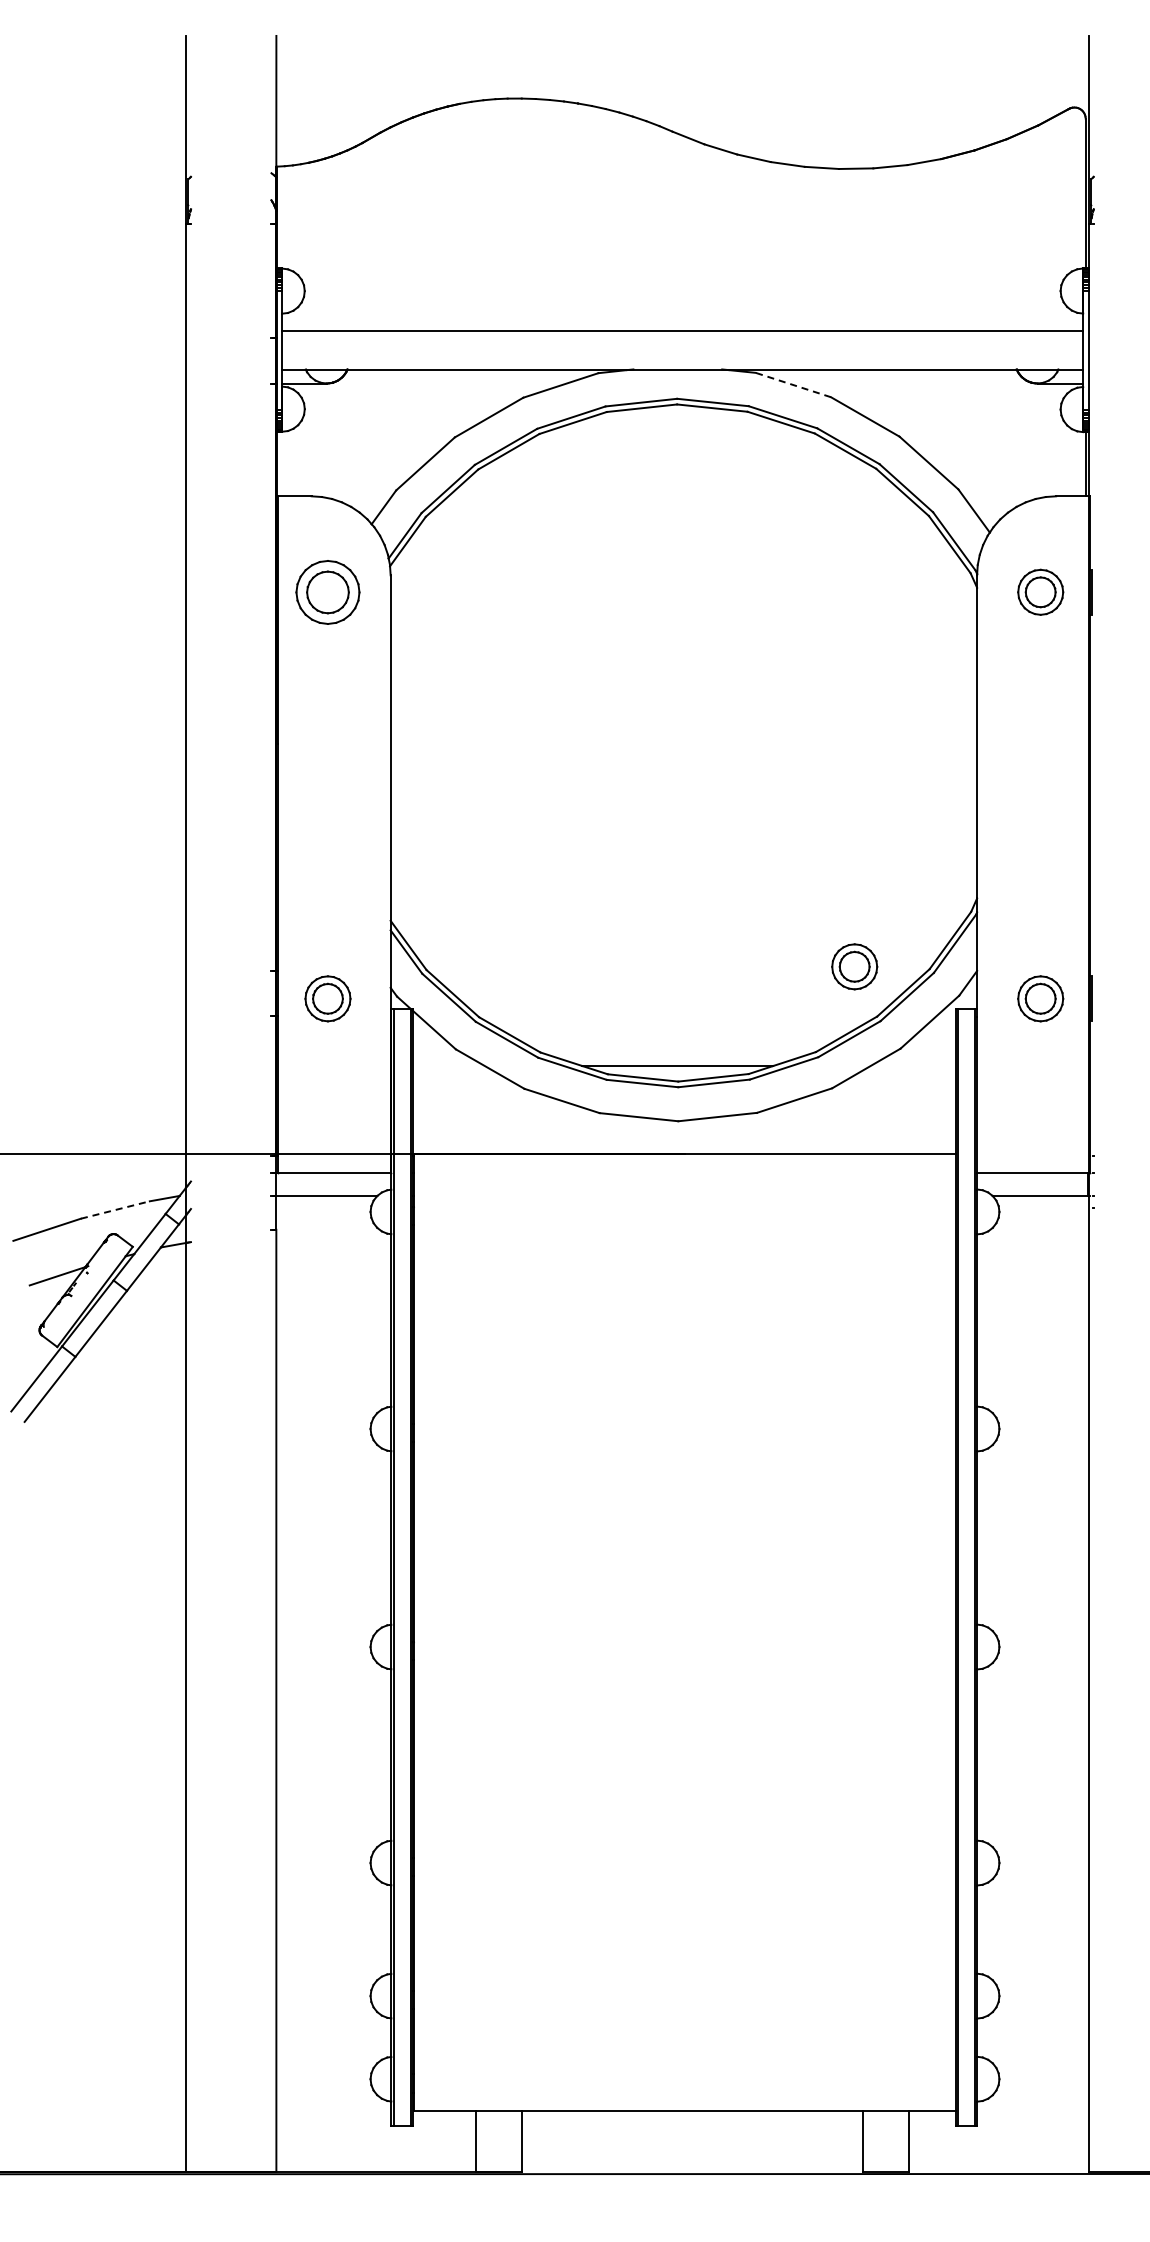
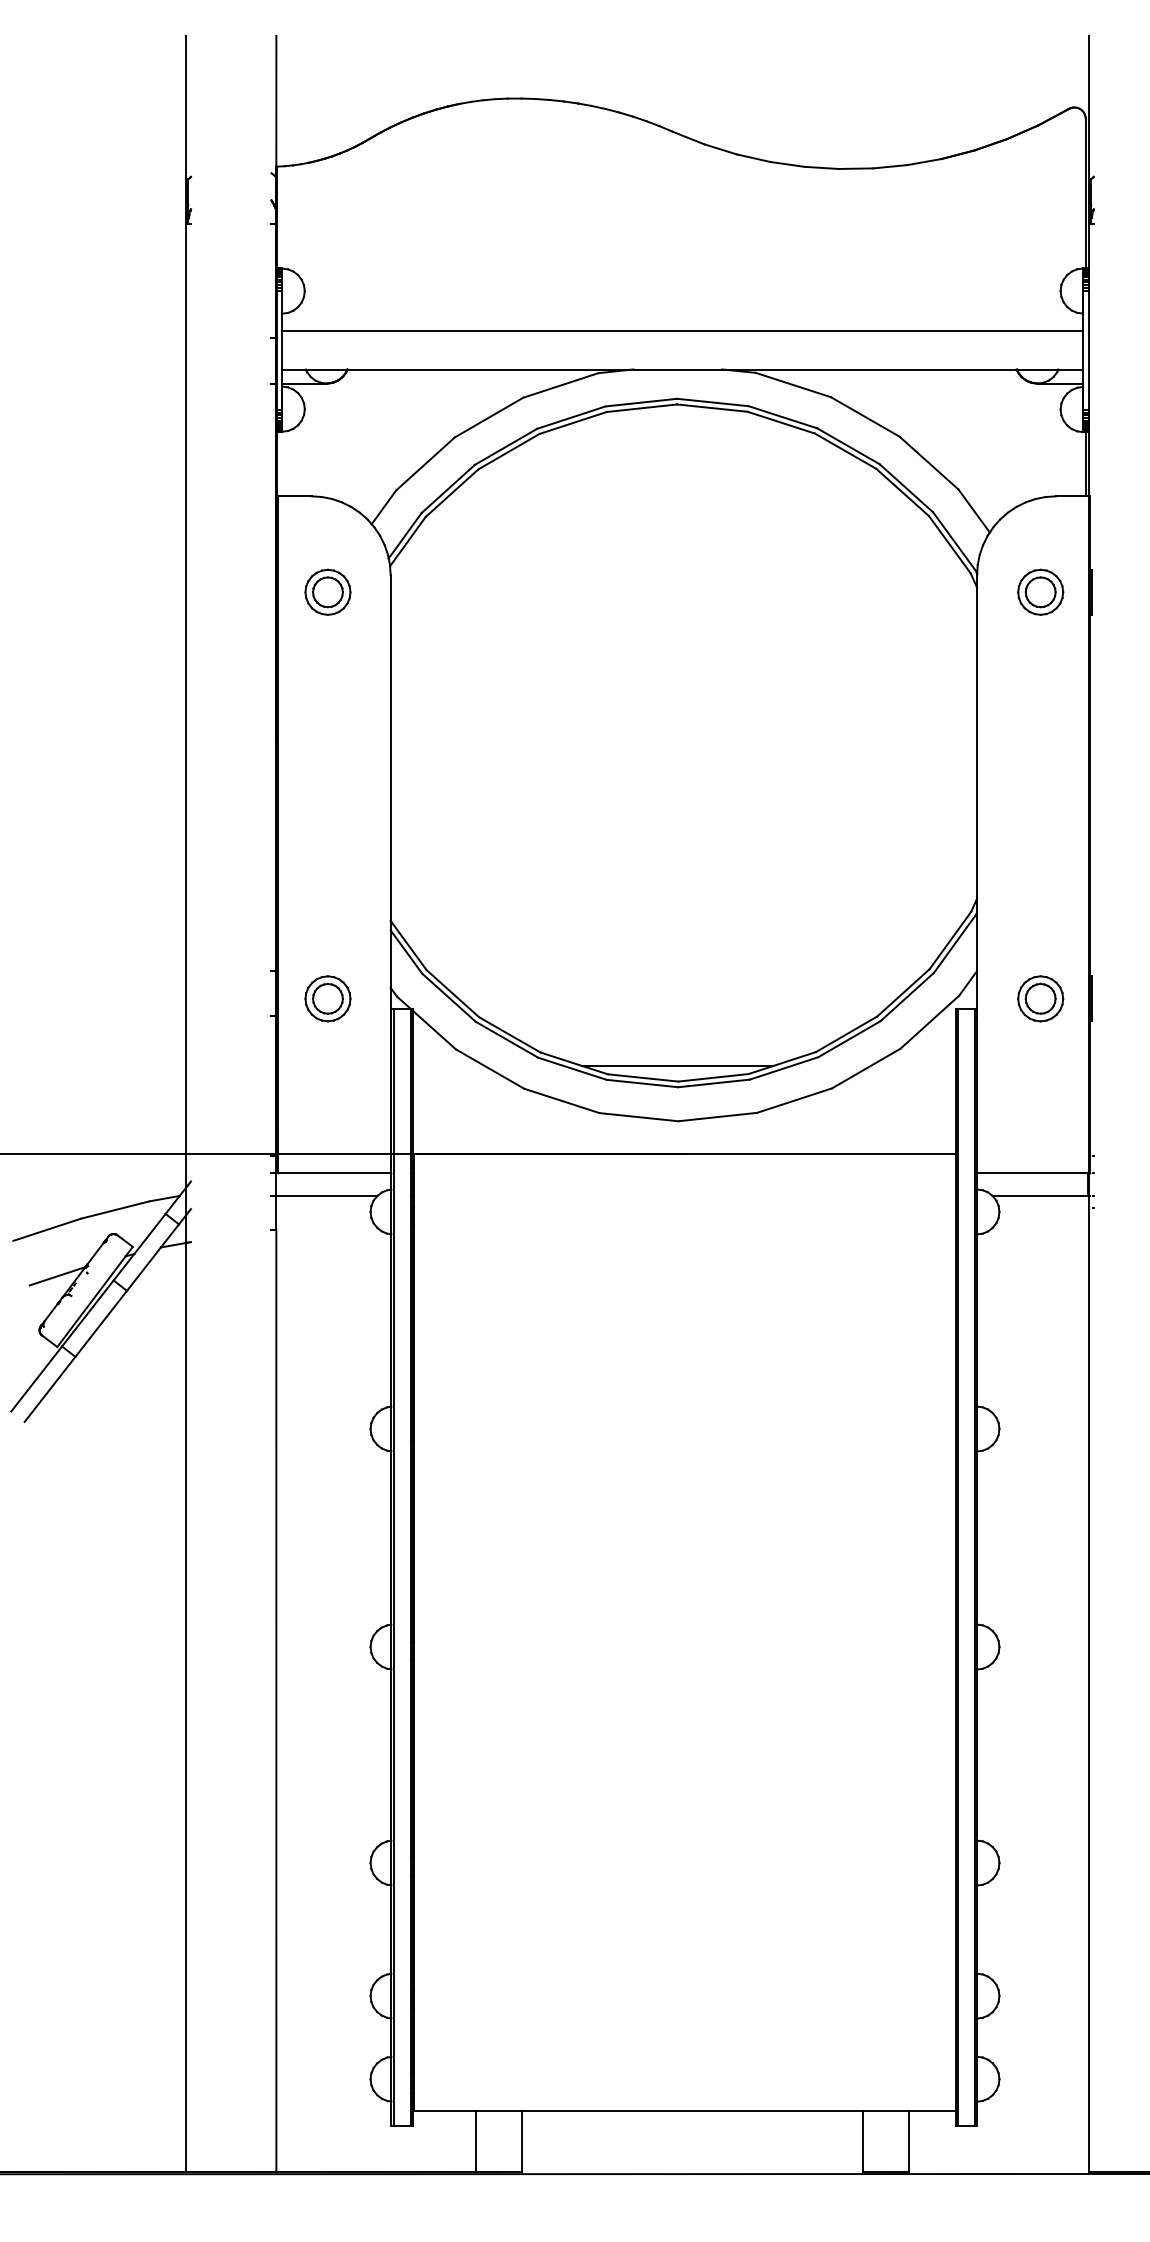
line at (793, 385): dashed -> solid
part at (327, 592) size: 66x65 px -> 48x48 px
part at (854, 966): present -> none
line at (115, 1210): dashed -> solid
